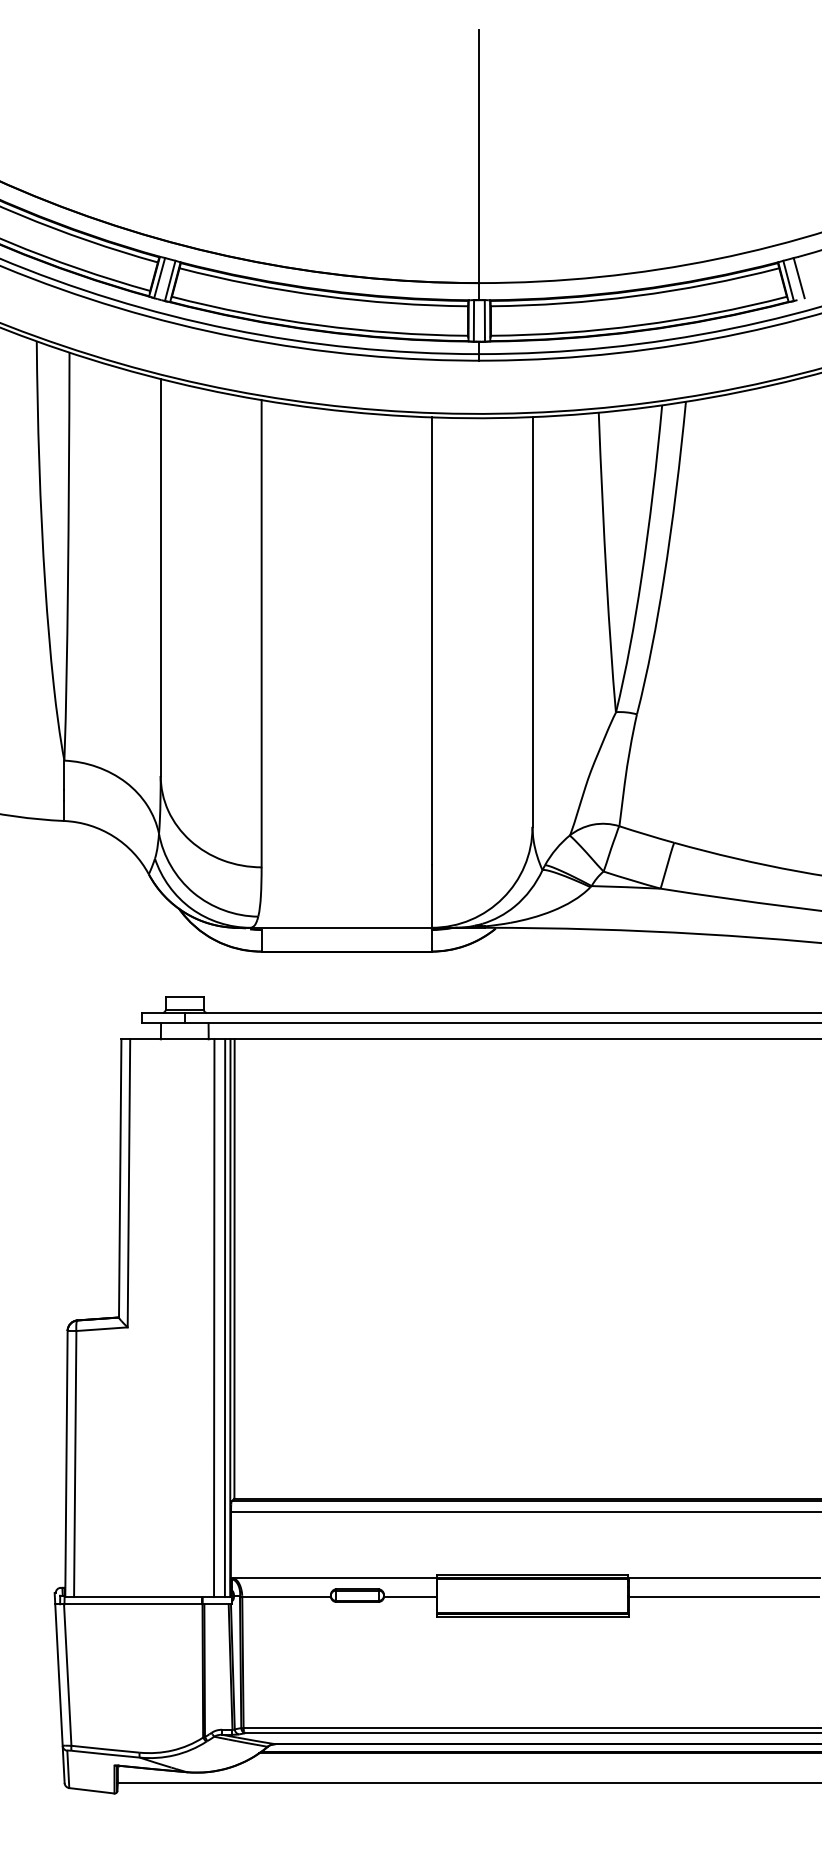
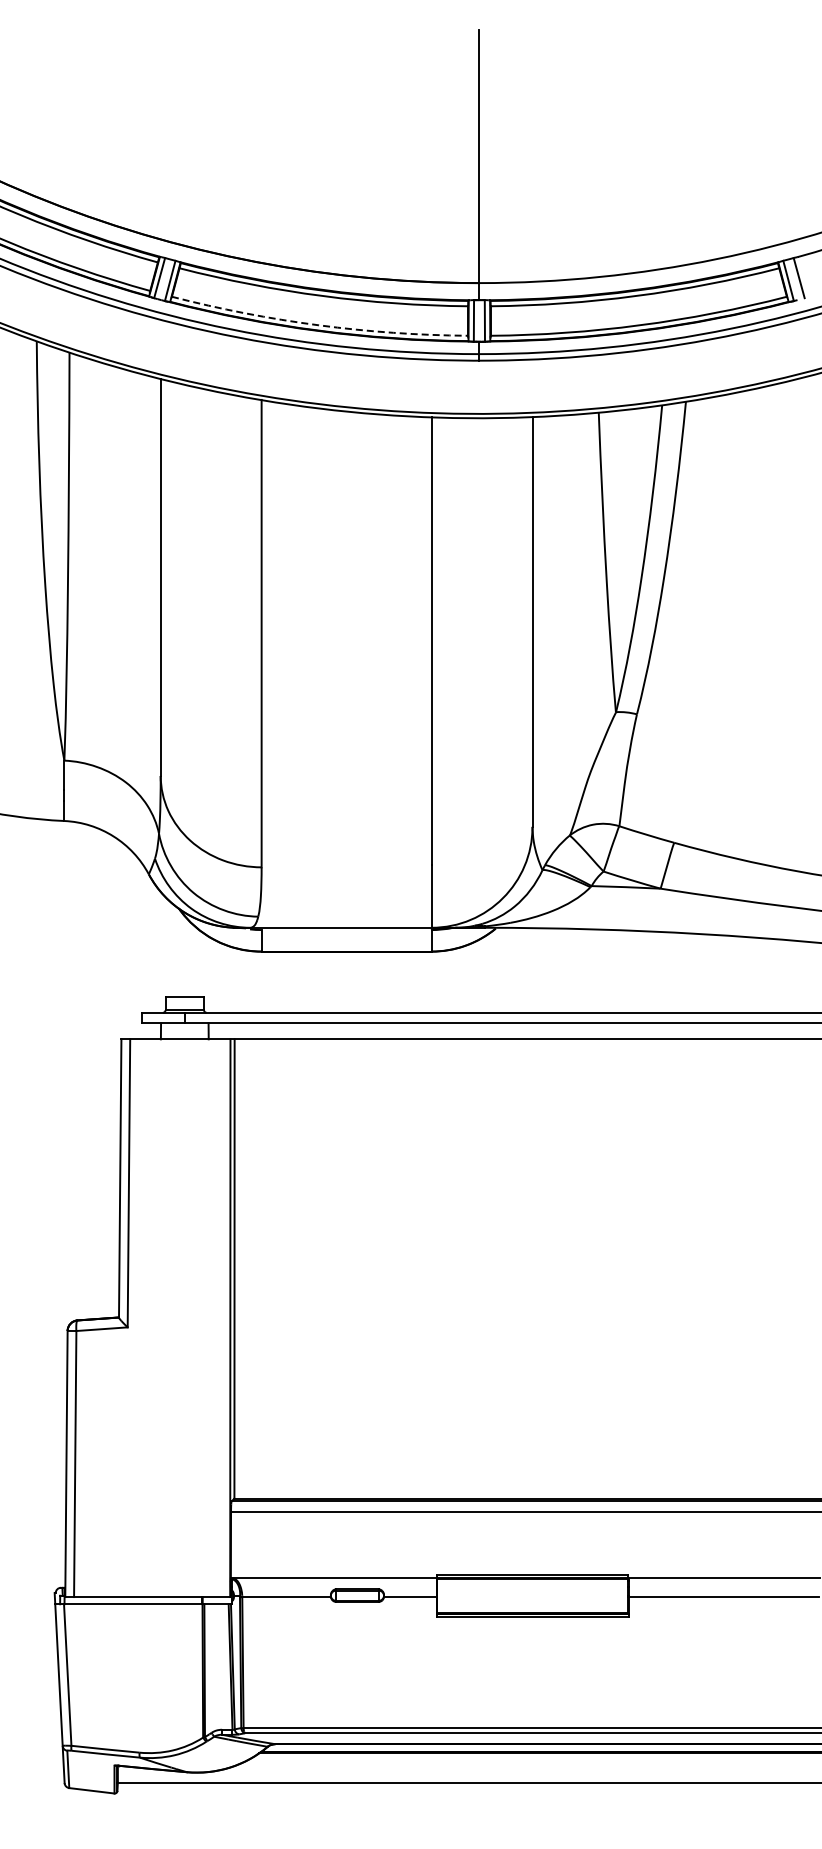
arc at (318, 325): solid -> dashed
line at (214, 1318): present -> none
line at (224, 1318): present -> none
